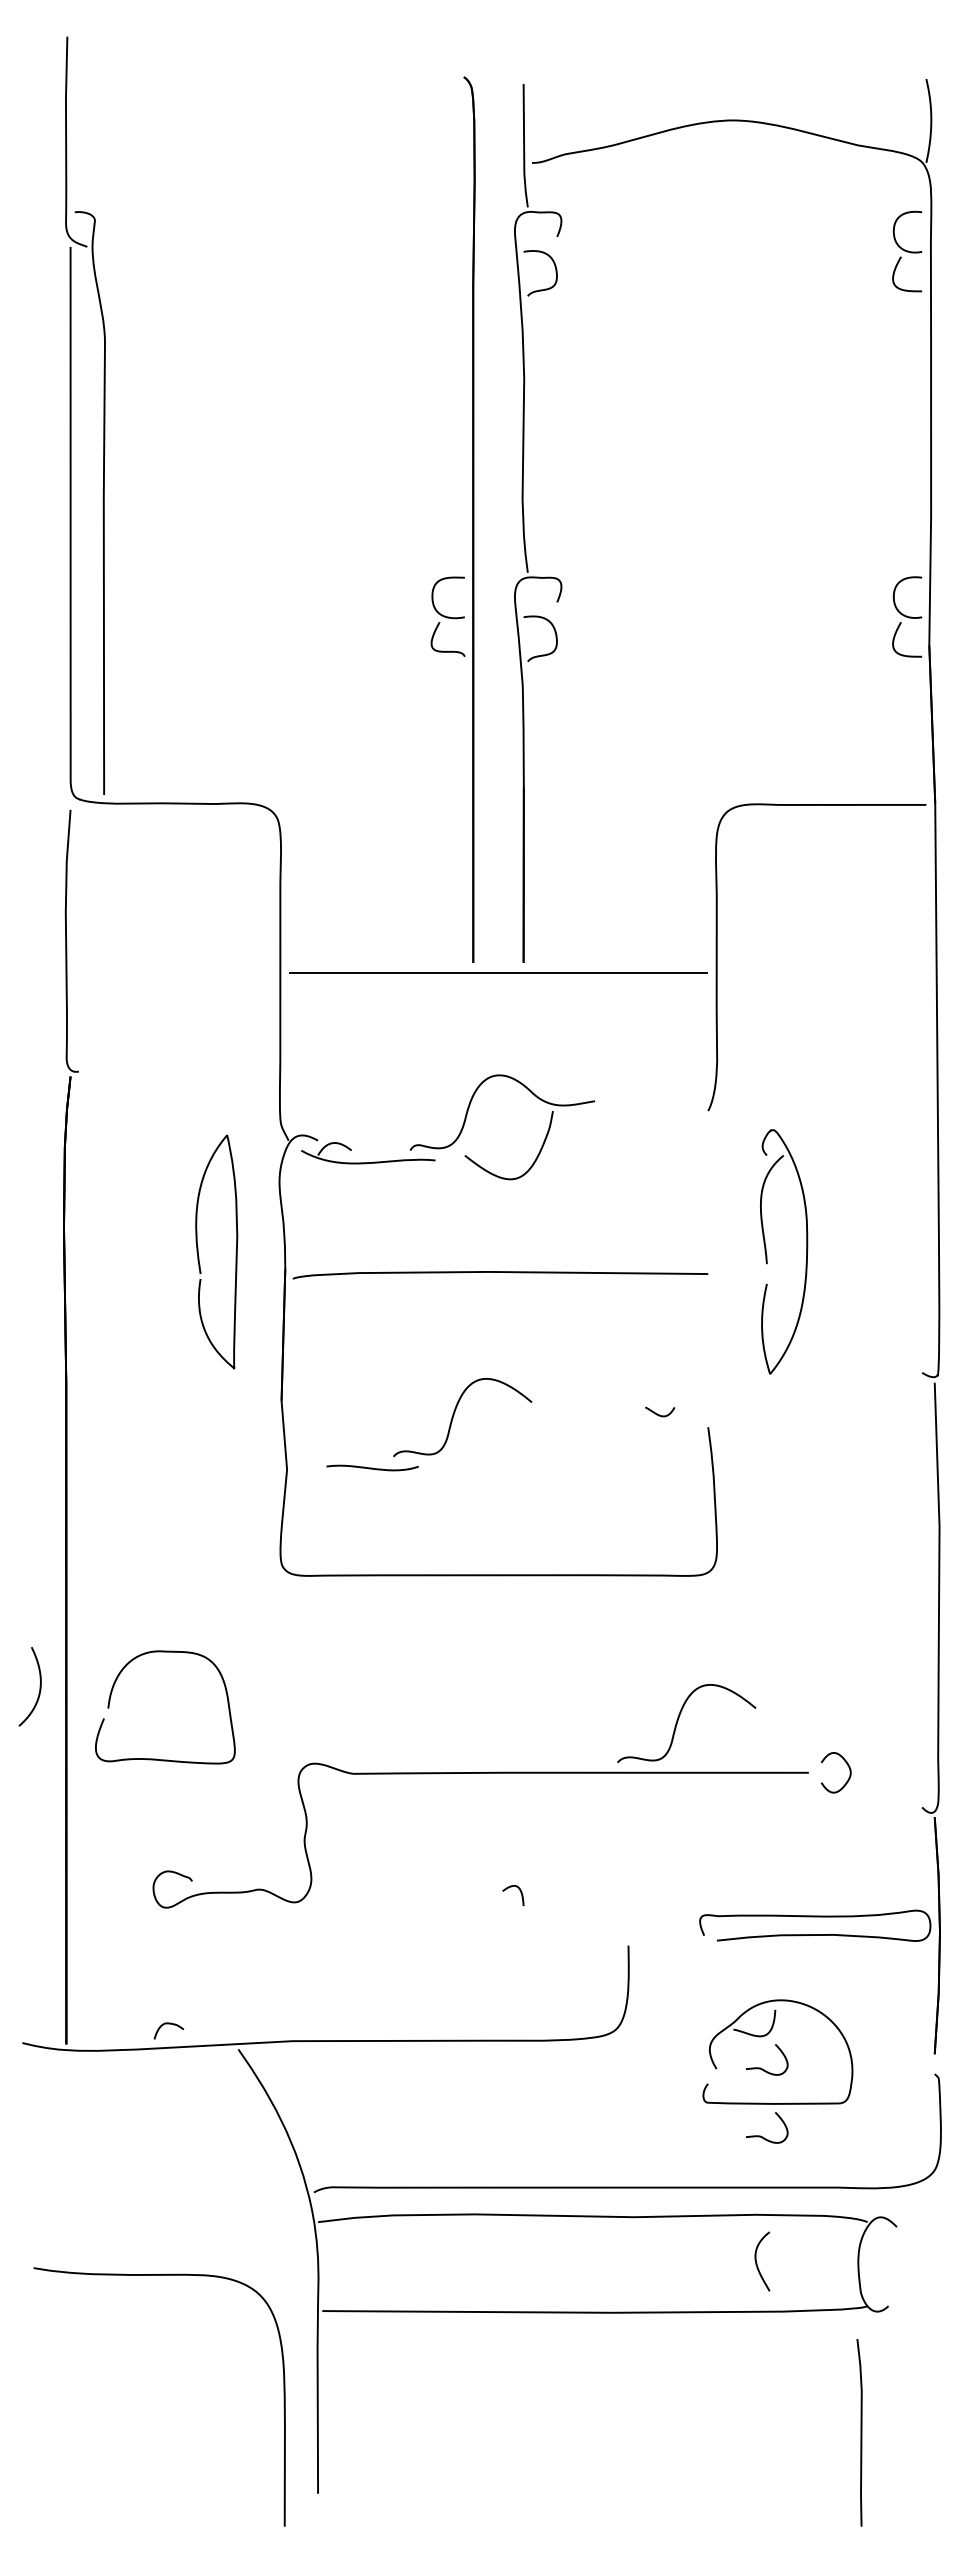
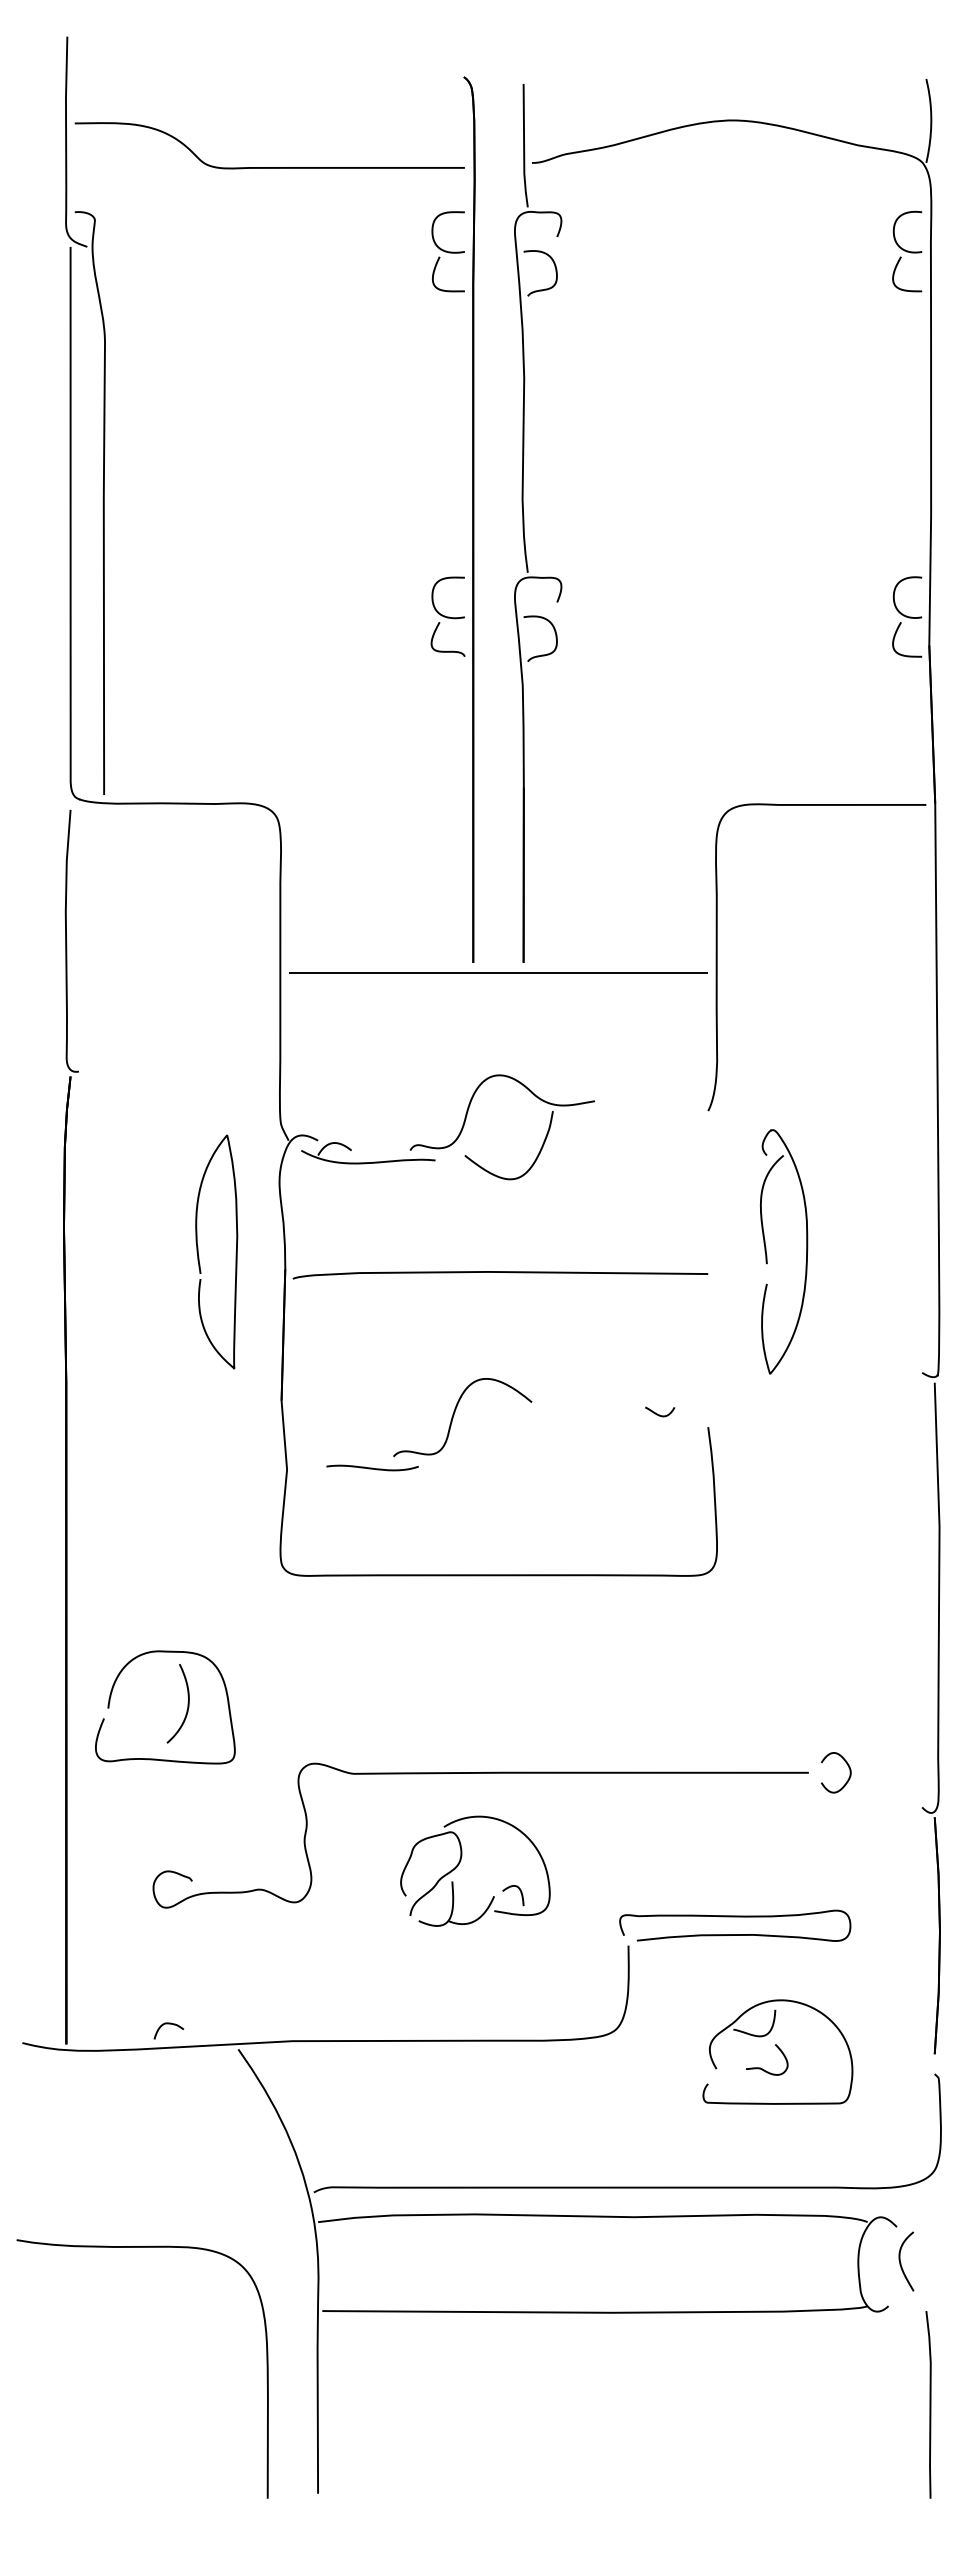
curve at (269, 167): none -> present
part at (447, 251): none -> present
curve at (39, 1686) position: (39, 1686) -> (187, 1703)
curve at (678, 1721): present -> none
part at (460, 1862): none -> present
curve at (815, 1917) position: (815, 1917) -> (735, 1917)
curve at (762, 2136): present -> none
curve at (757, 2262) position: (757, 2262) -> (901, 2262)
curve at (159, 2275) position: (159, 2275) -> (142, 2247)
line at (860, 2432) position: (860, 2432) -> (929, 2404)
